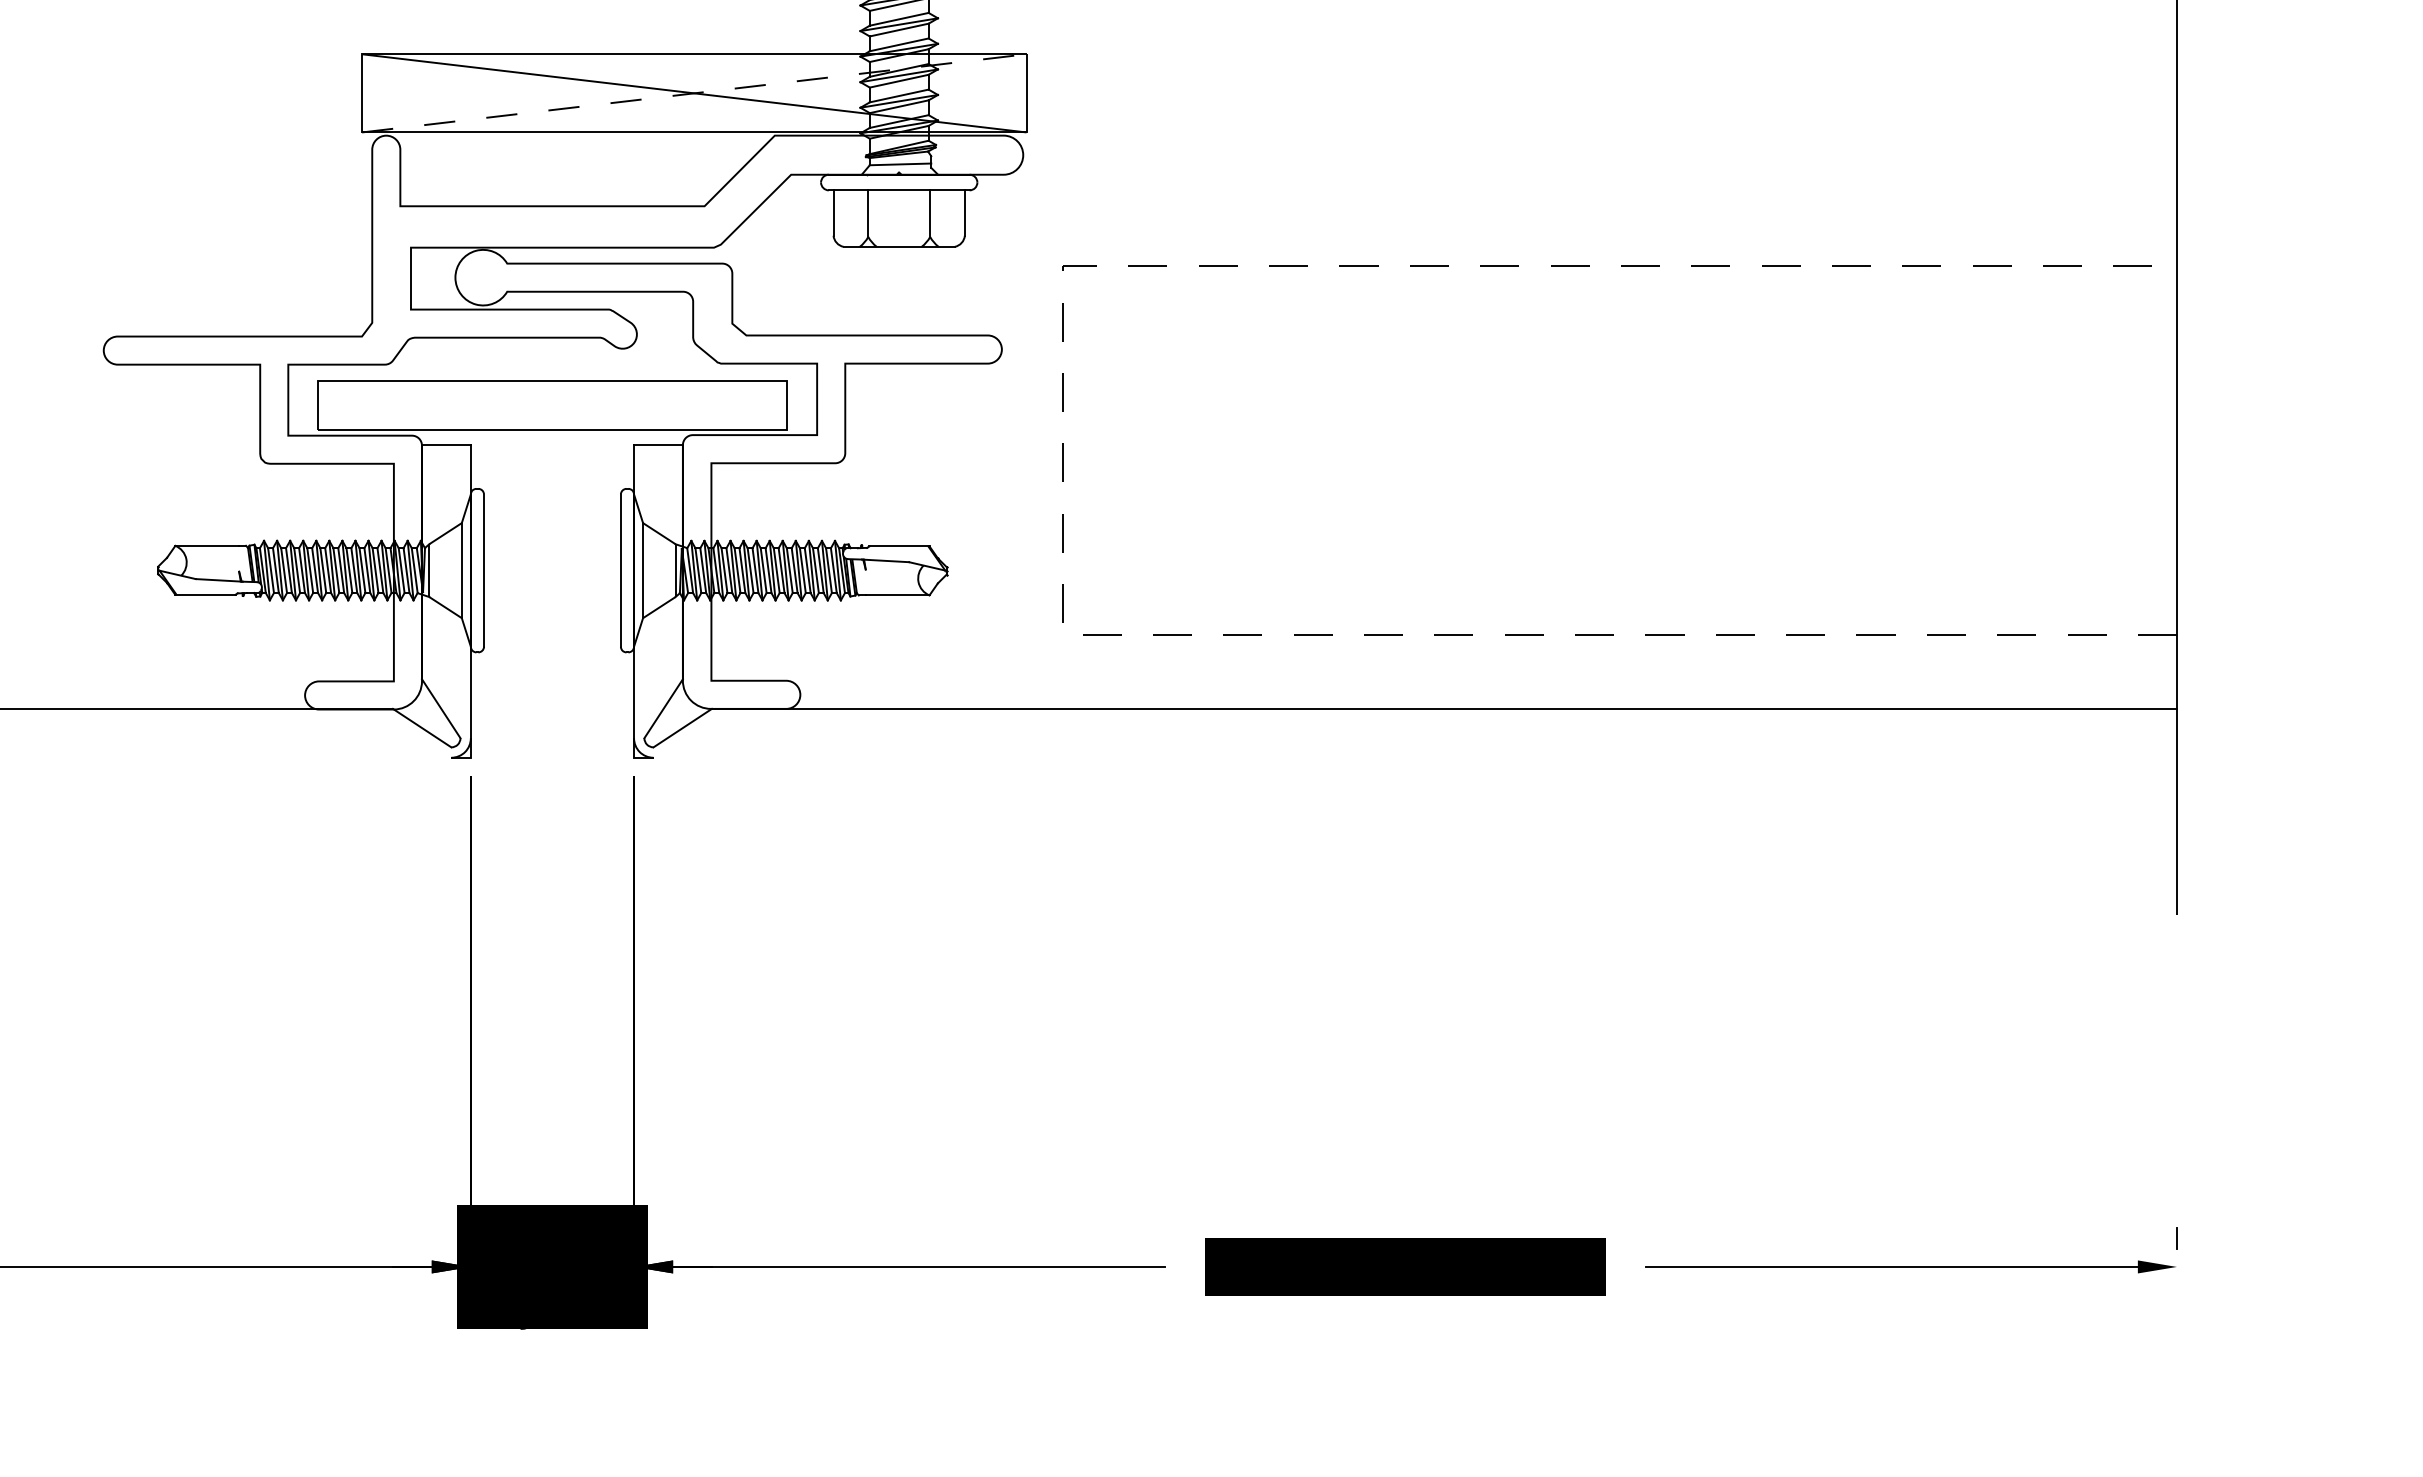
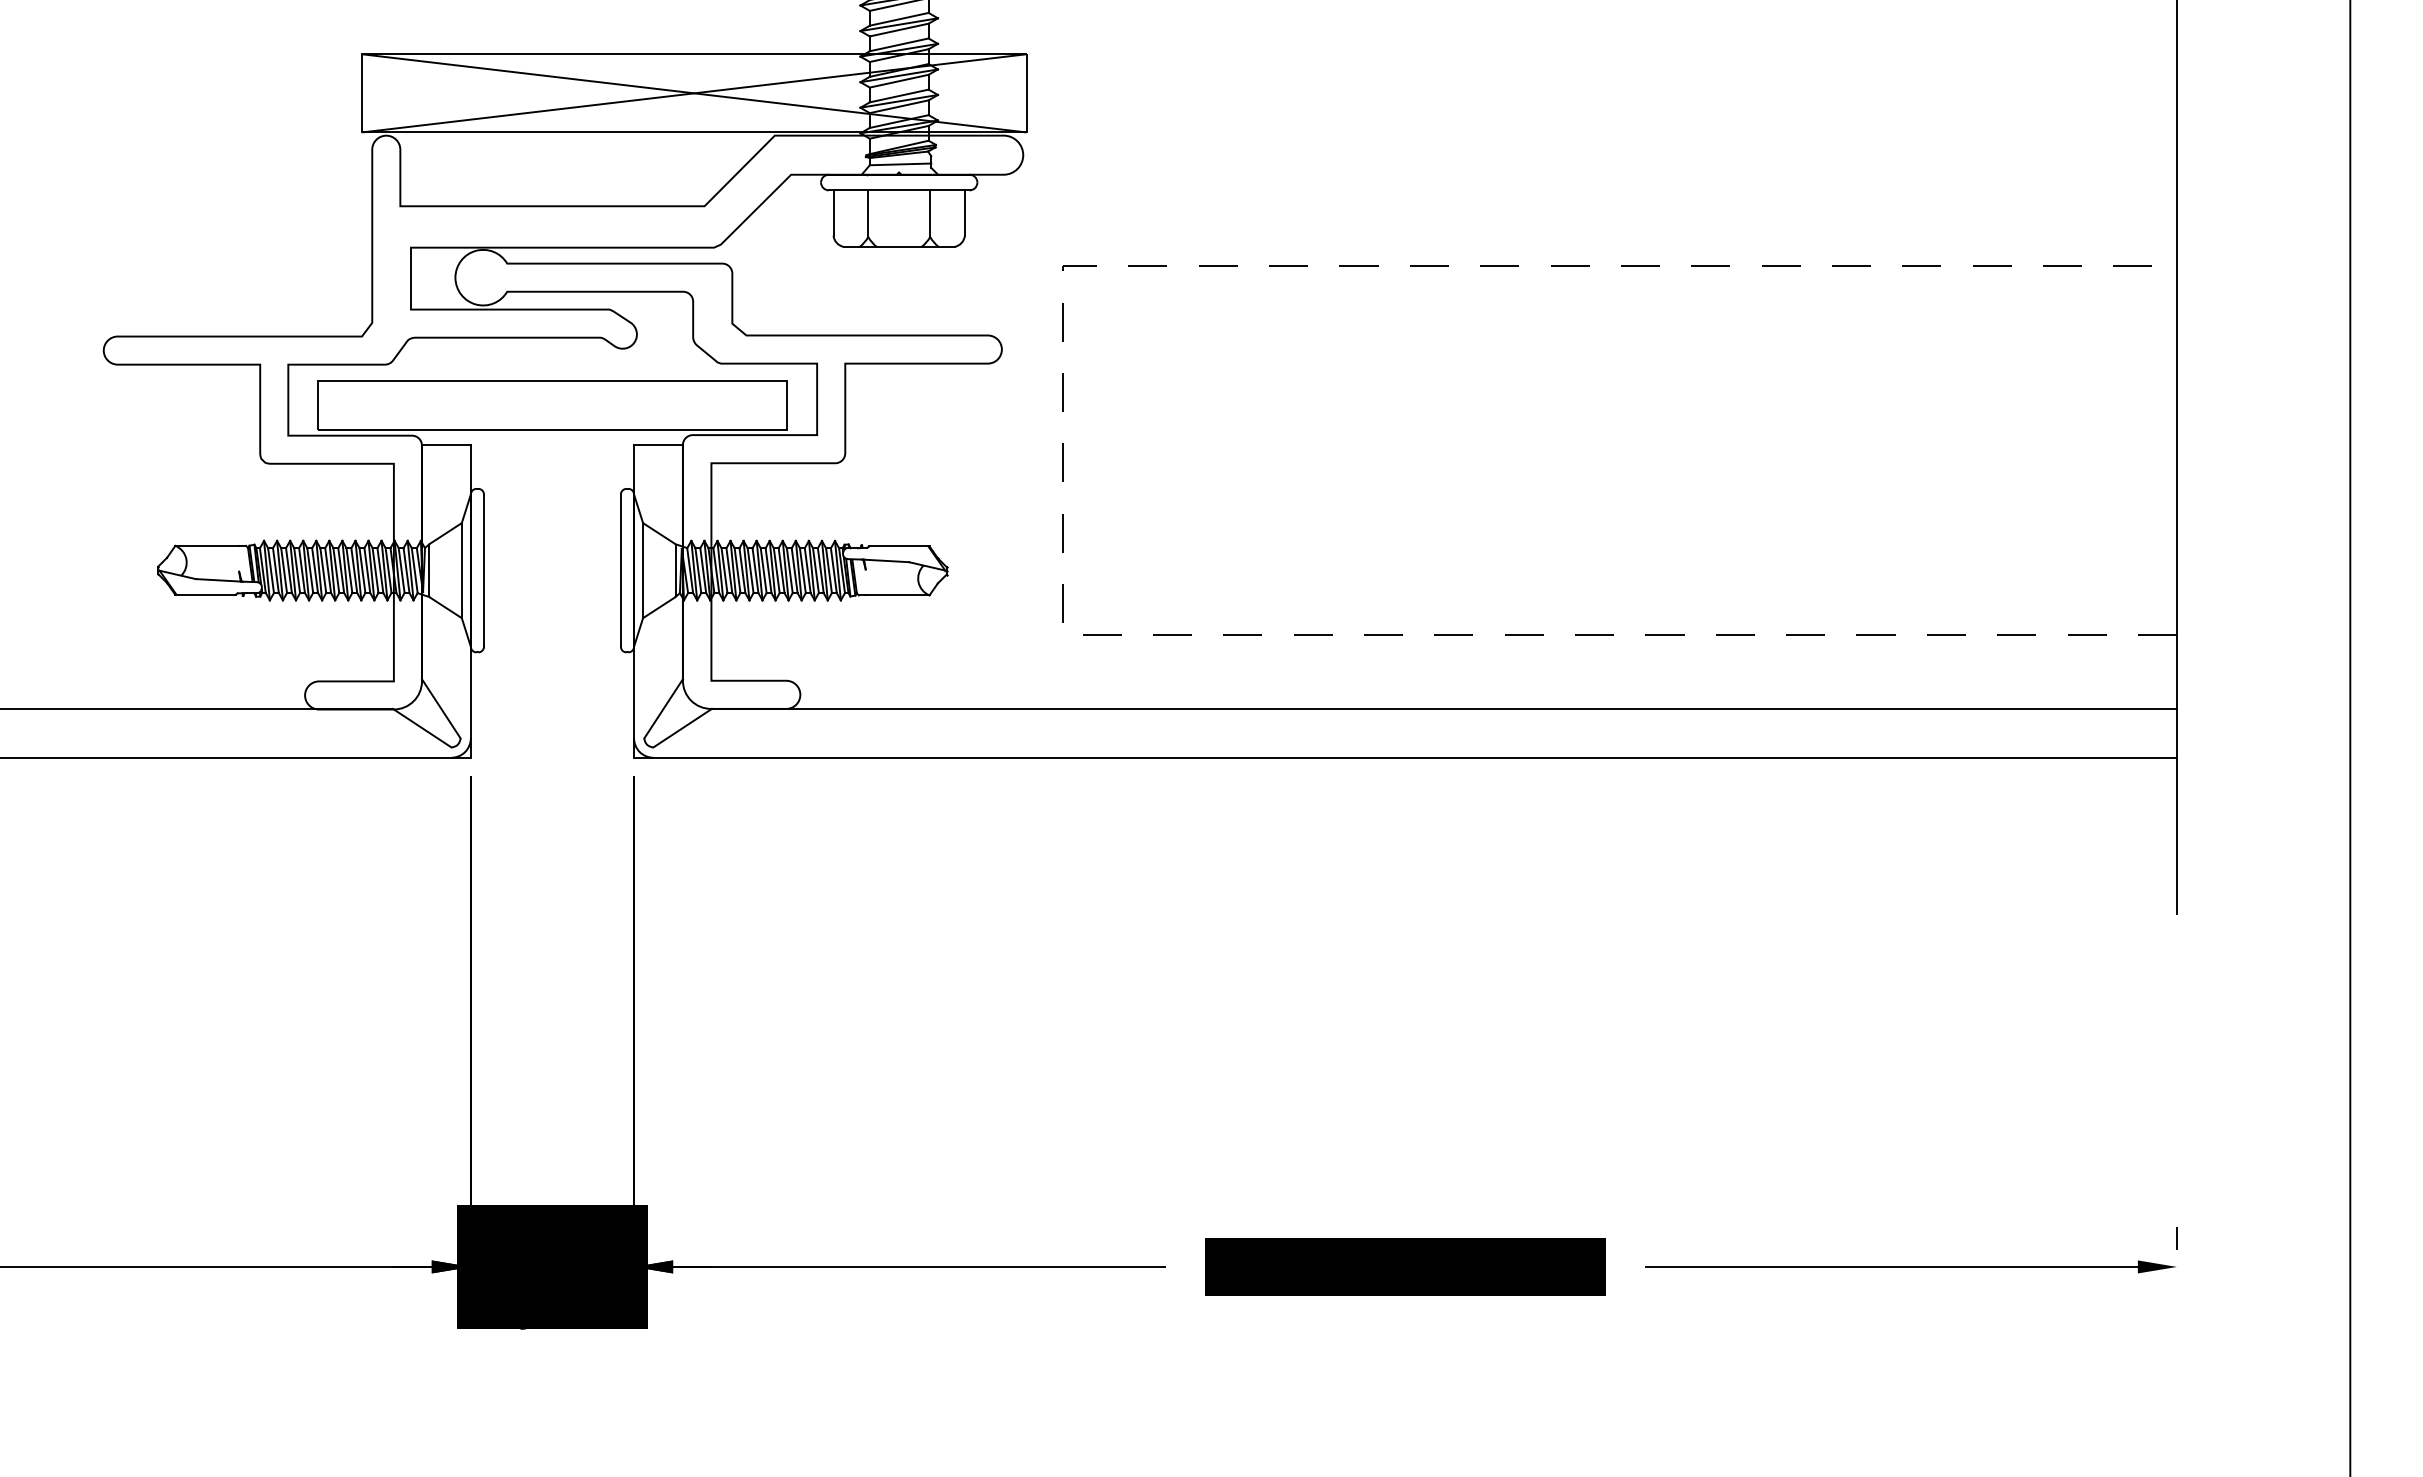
line at (694, 93): dashed -> solid
line at (2350, 737): none -> present
line at (226, 757): none -> present
line at (1414, 757): none -> present
